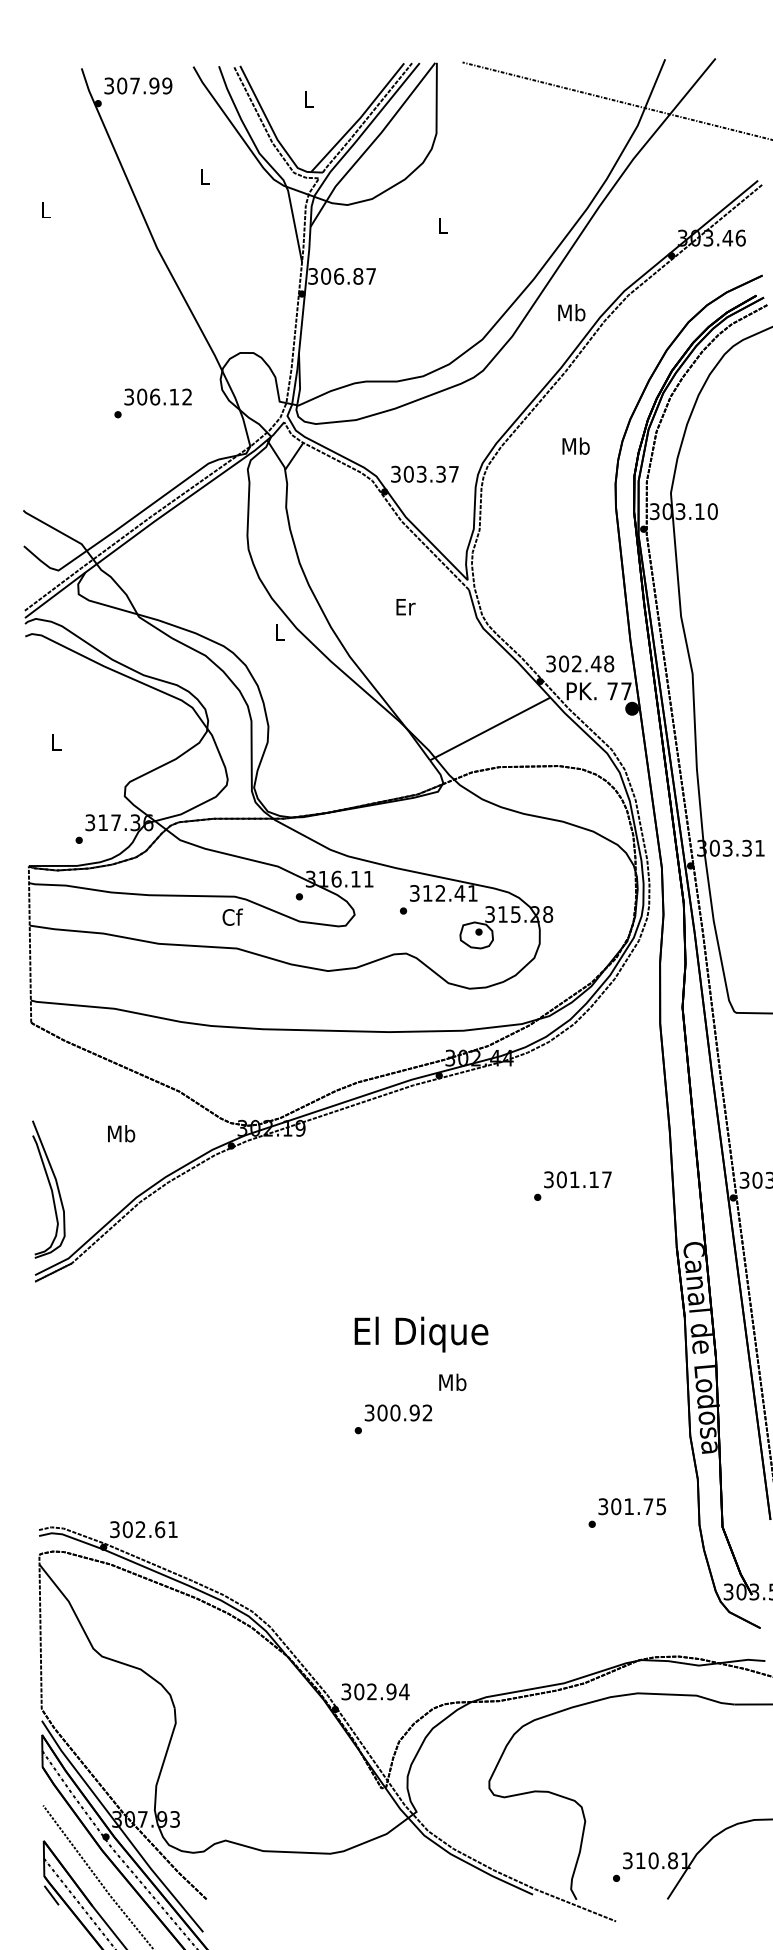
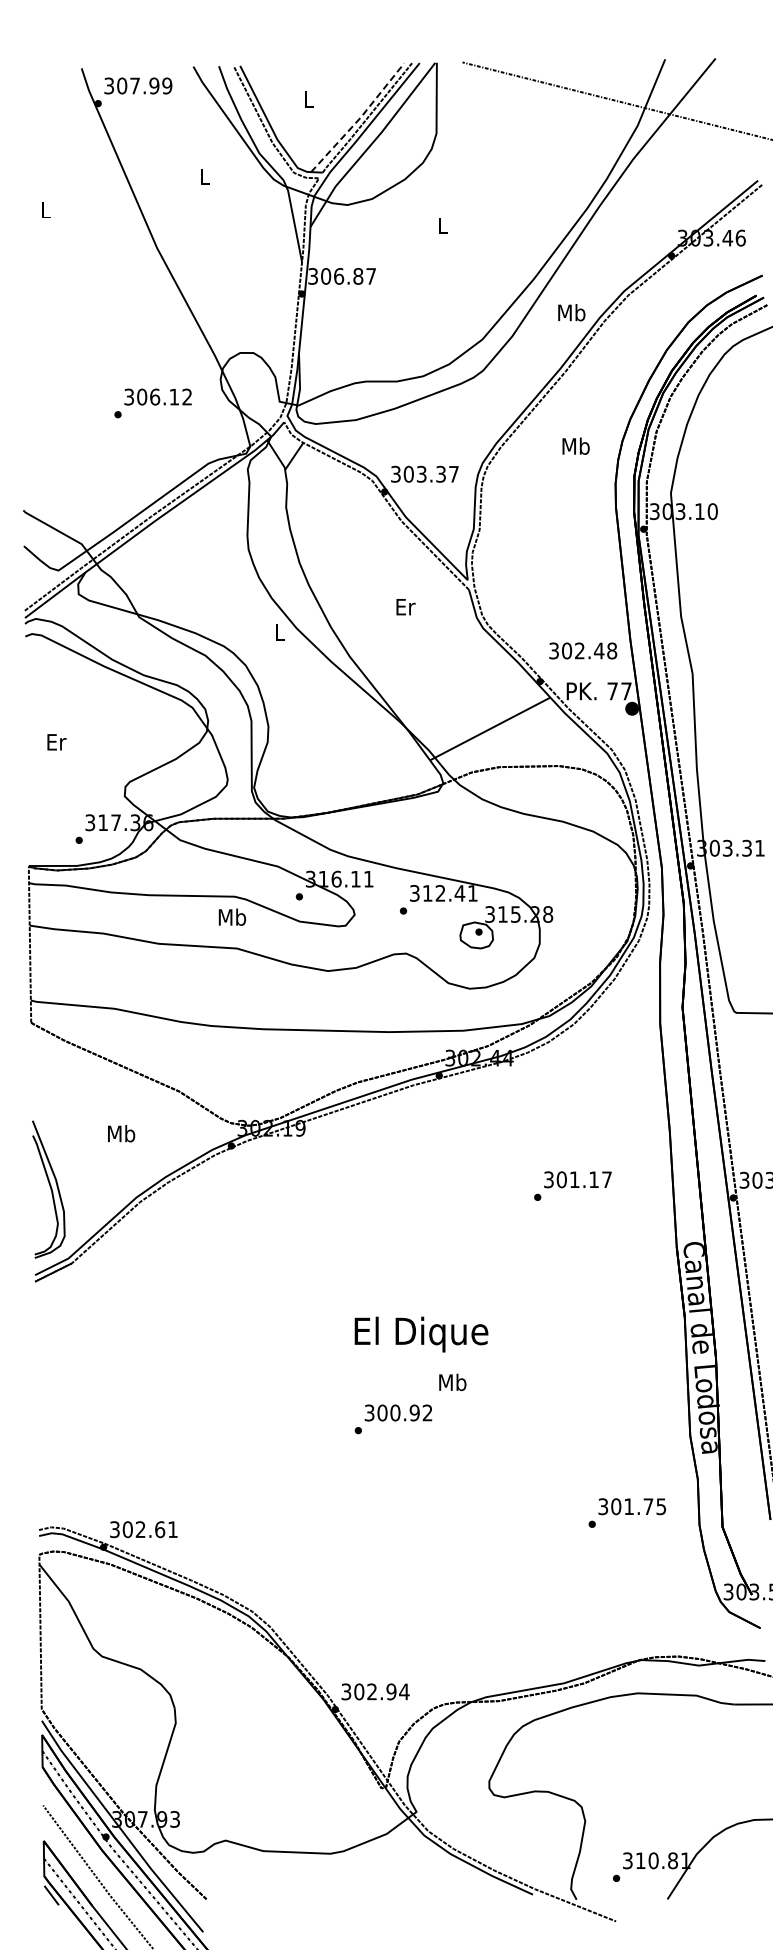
line at (360, 118): solid -> dashed
text at (580, 663) position: (580, 663) -> (583, 650)
text at (56, 742): L -> Er
text at (232, 916): Cf -> Mb
